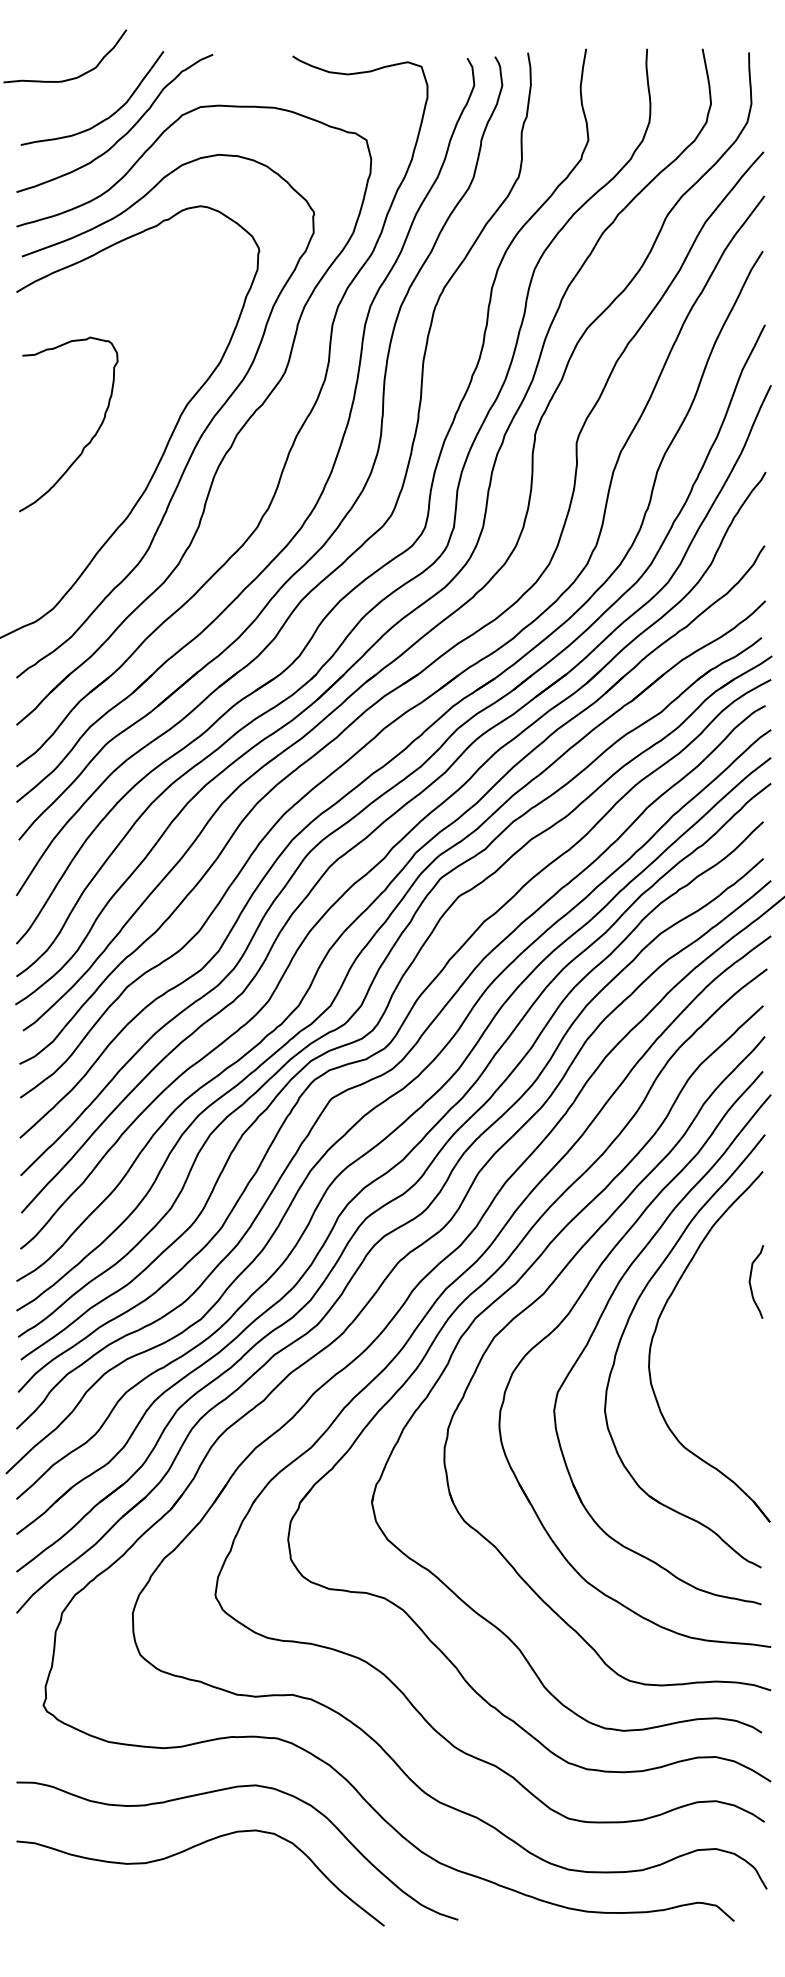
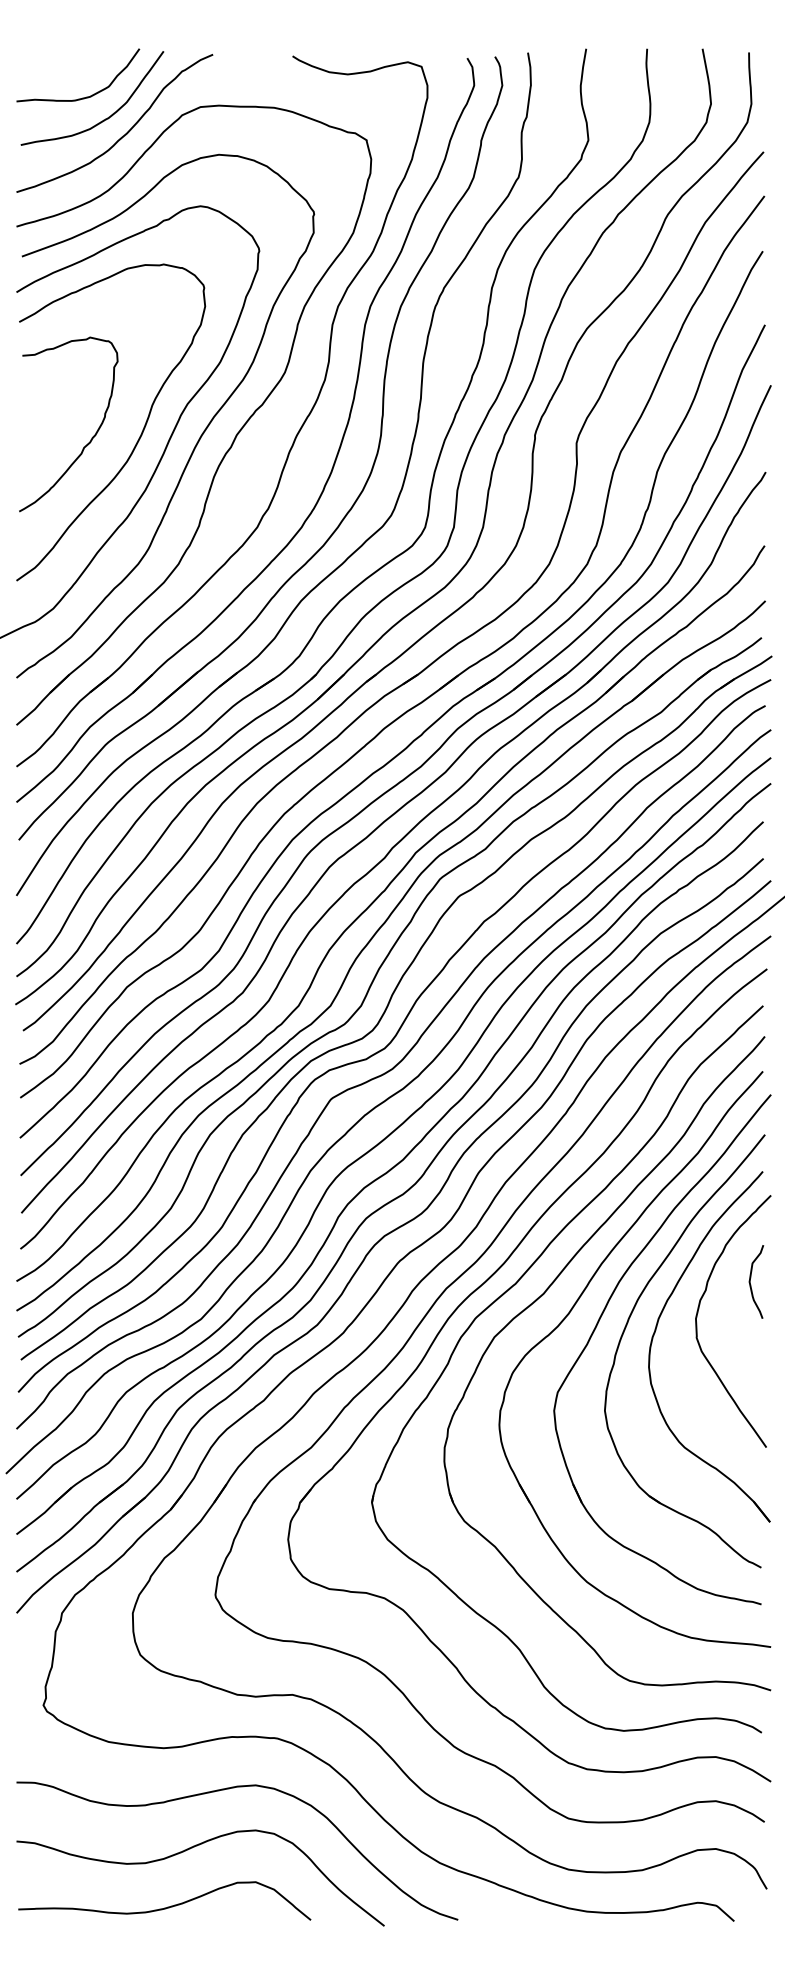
curve at (69, 78) position: (69, 78) -> (82, 97)
curve at (139, 436): none -> present
curve at (698, 1313): none -> present
curve at (167, 1906): none -> present
